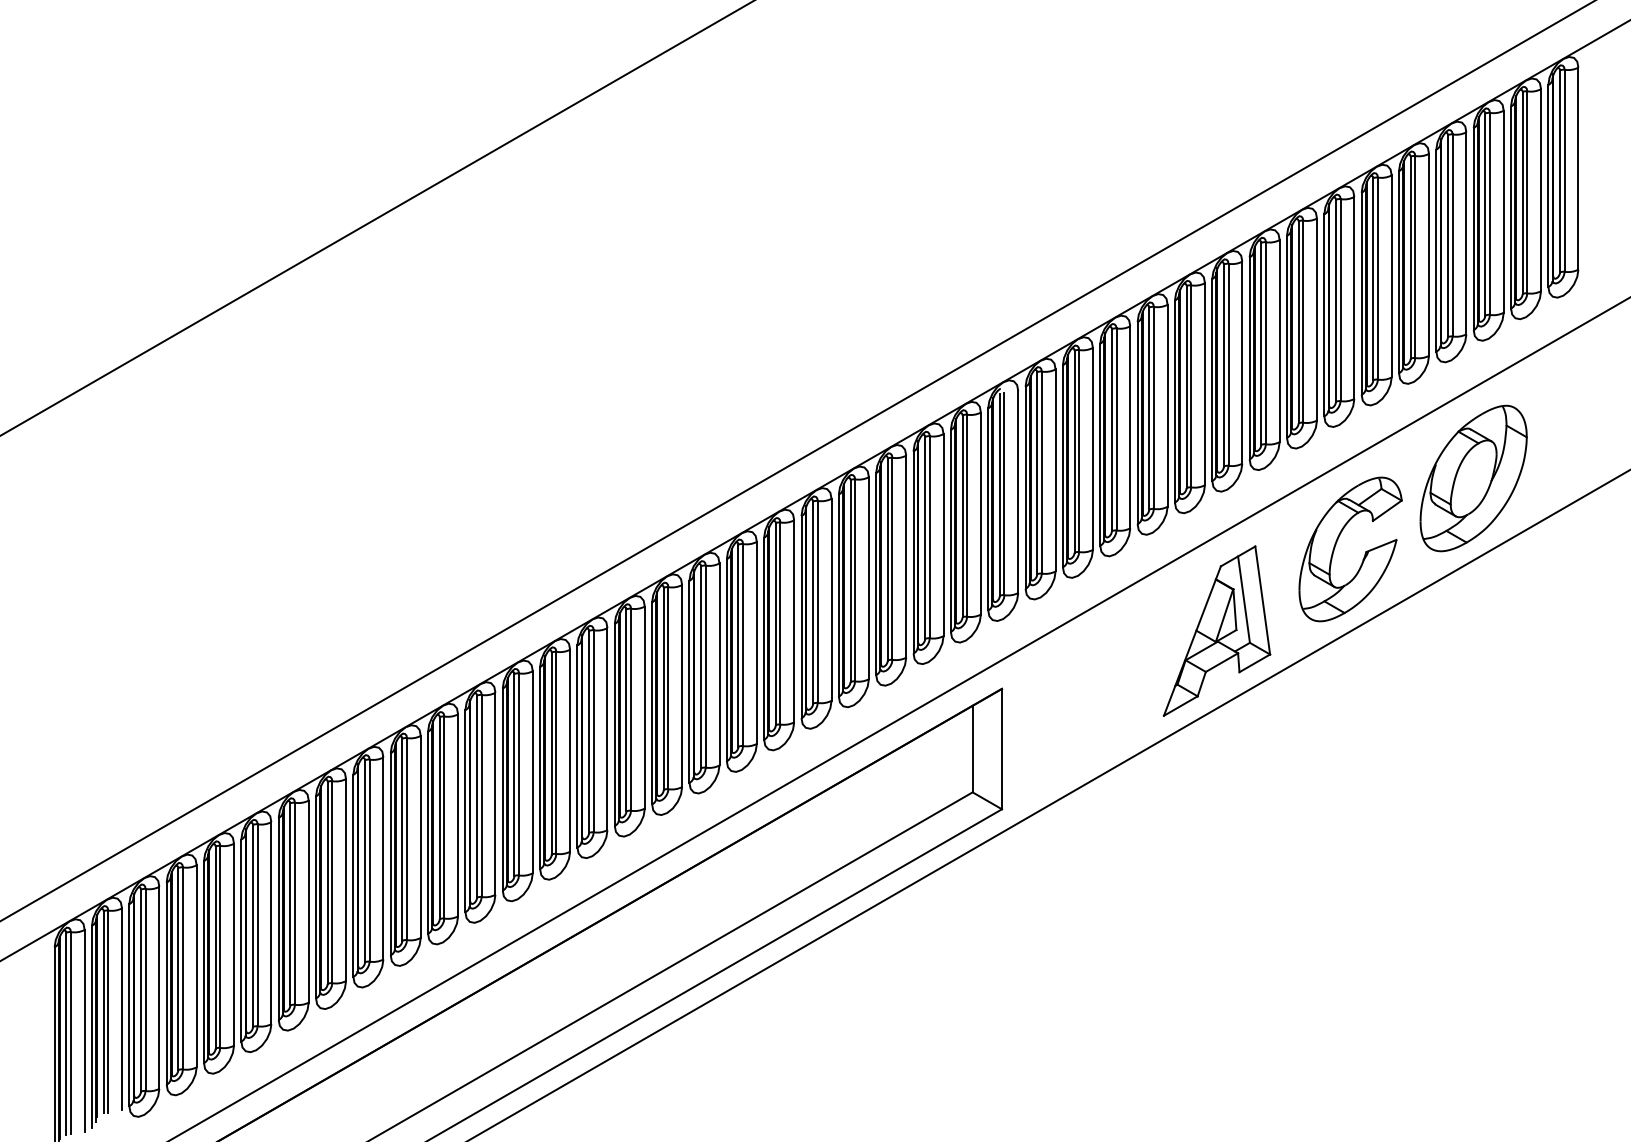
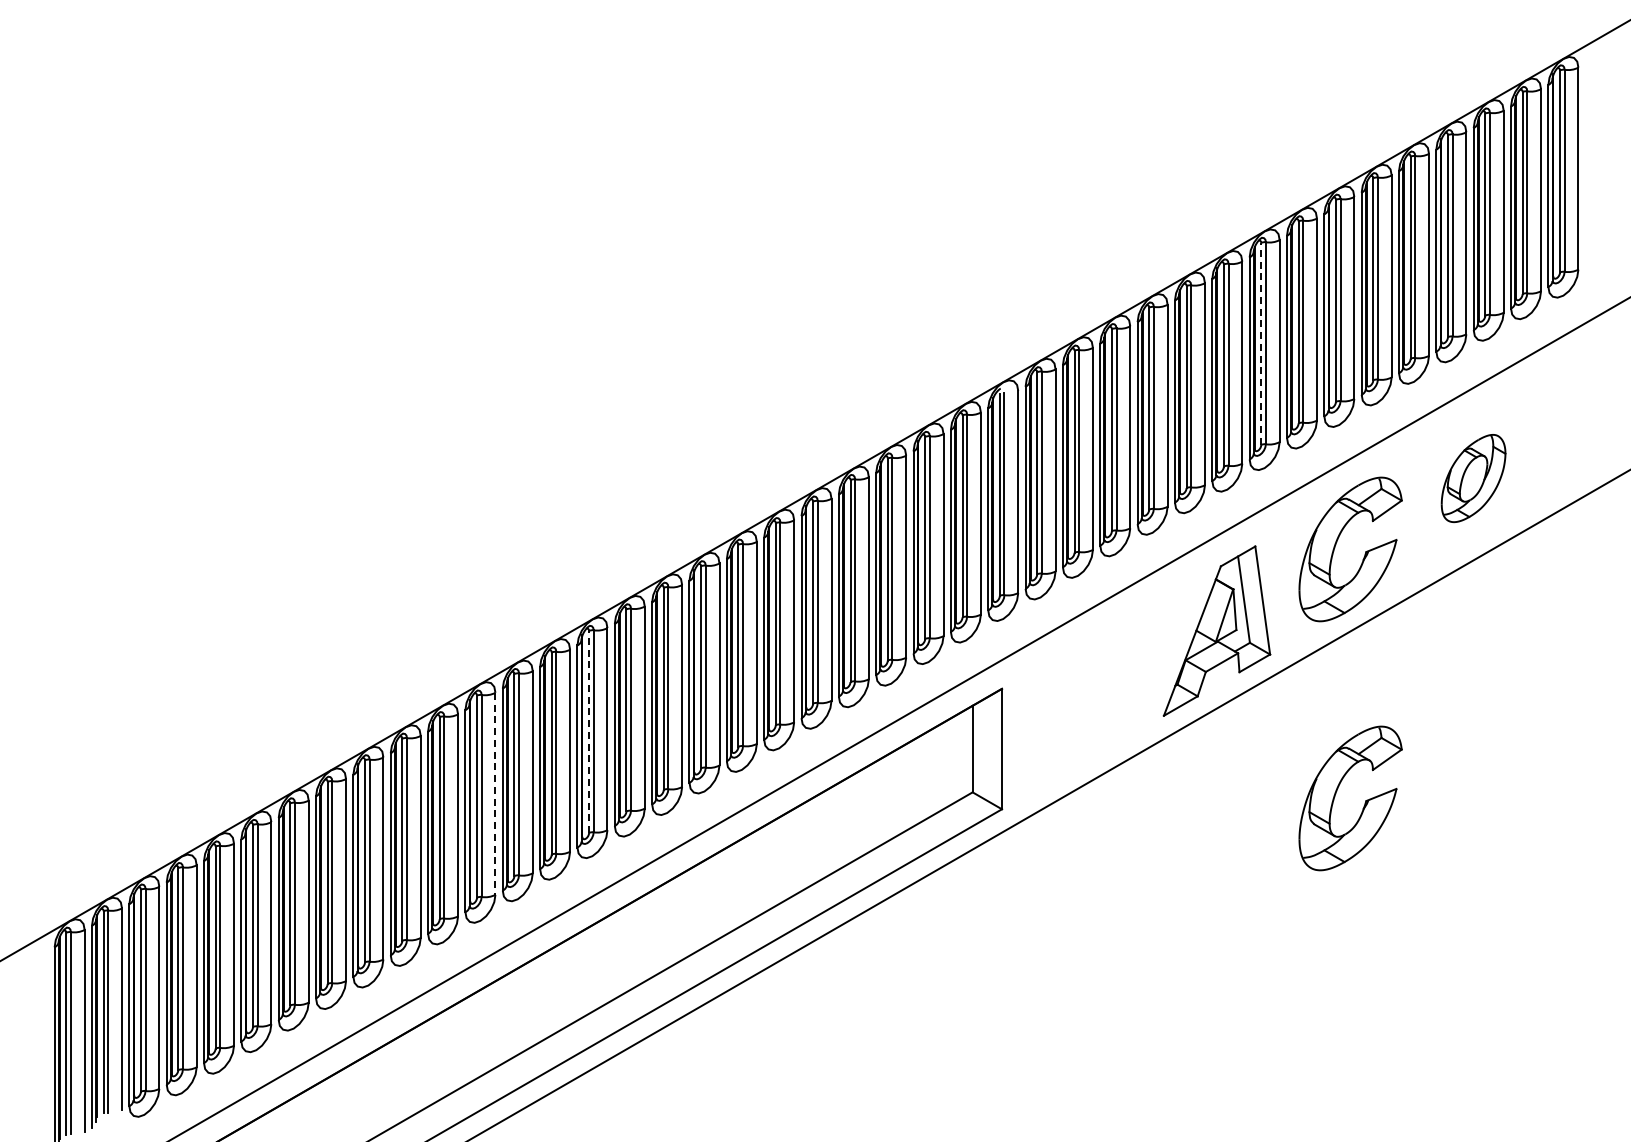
line at (376, 218): present -> none
line at (1261, 343): solid -> dashed
line at (797, 460): present -> none
part at (1473, 478) size: 109x149 px -> 67x90 px
line at (589, 731): solid -> dashed
part at (1337, 791): none -> present
line at (495, 794): solid -> dashed
